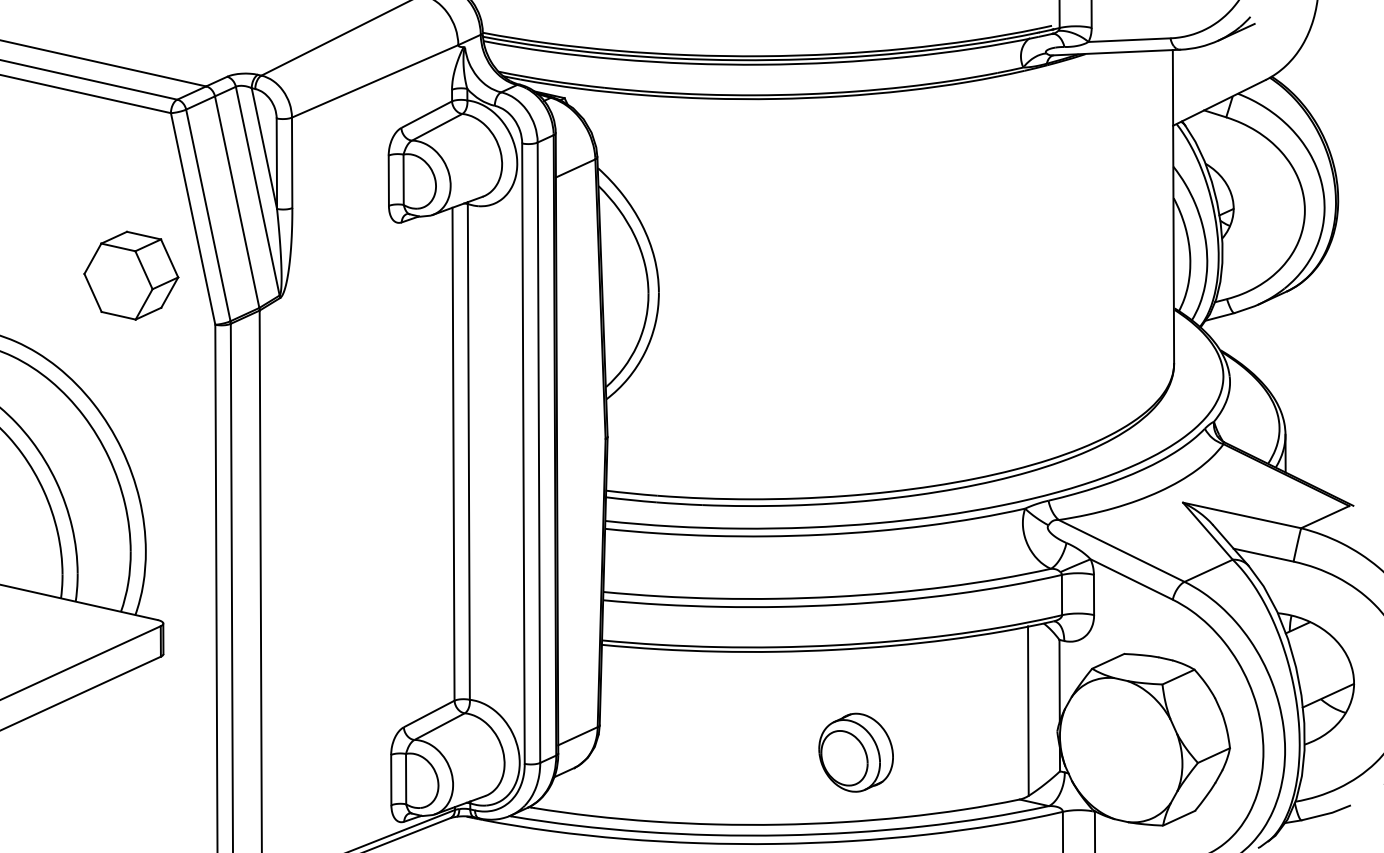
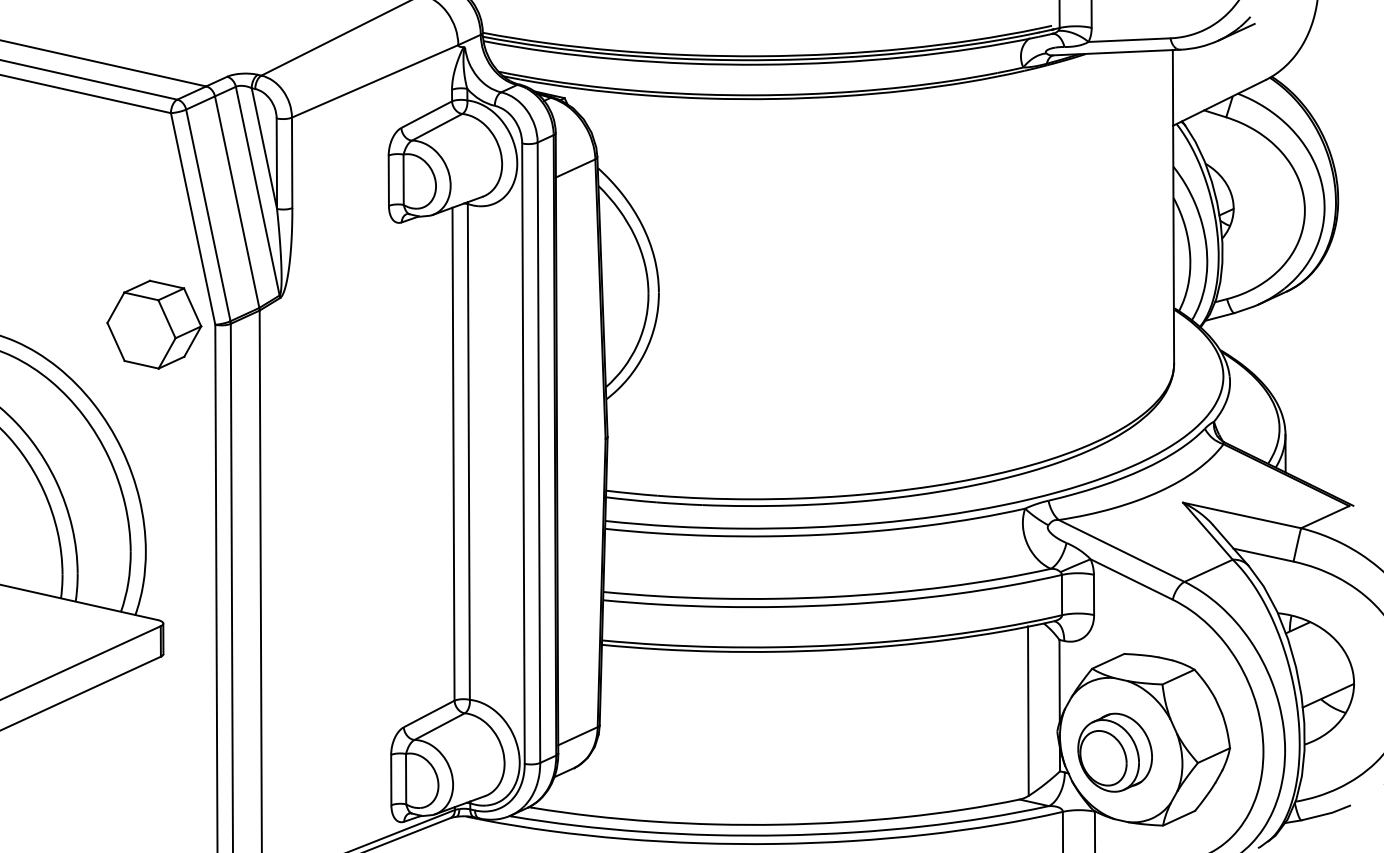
part at (131, 275) position: (131, 275) -> (154, 324)
part at (855, 752) position: (855, 752) -> (1114, 752)
